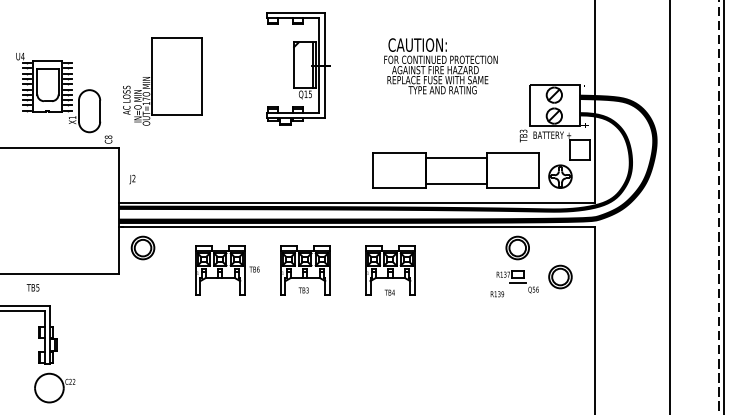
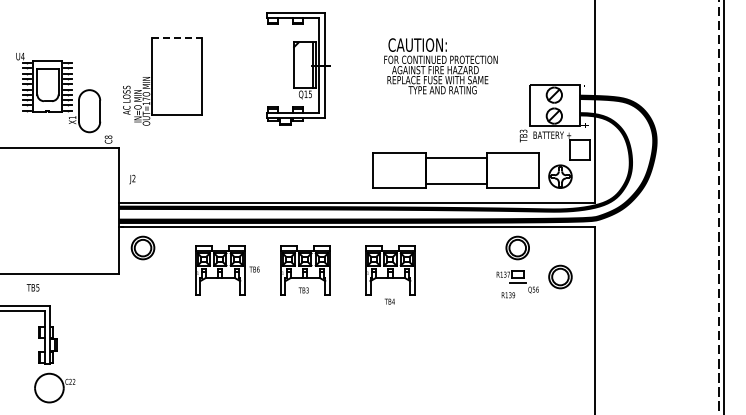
line at (177, 37): solid -> dashed
line at (670, 206): present -> none
text at (389, 292) position: (389, 292) -> (389, 301)
text at (497, 294) position: (497, 294) -> (508, 295)
